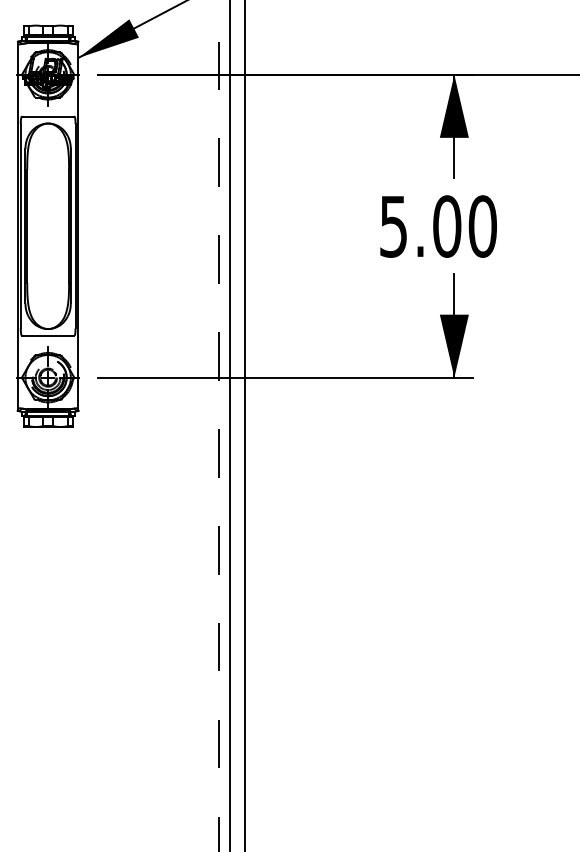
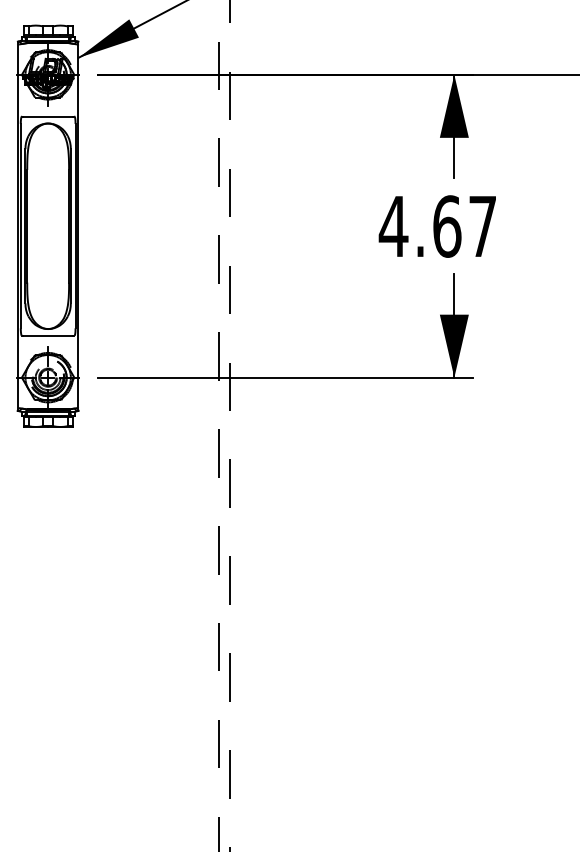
text at (437, 226): 5.00 -> 4.67
line at (229, 425): solid -> dashed
line at (244, 425): present -> none
